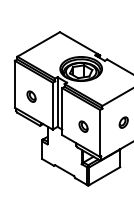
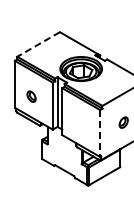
line at (38, 44): solid -> dashed
part at (83, 126): present -> none
line at (100, 133): solid -> dashed
